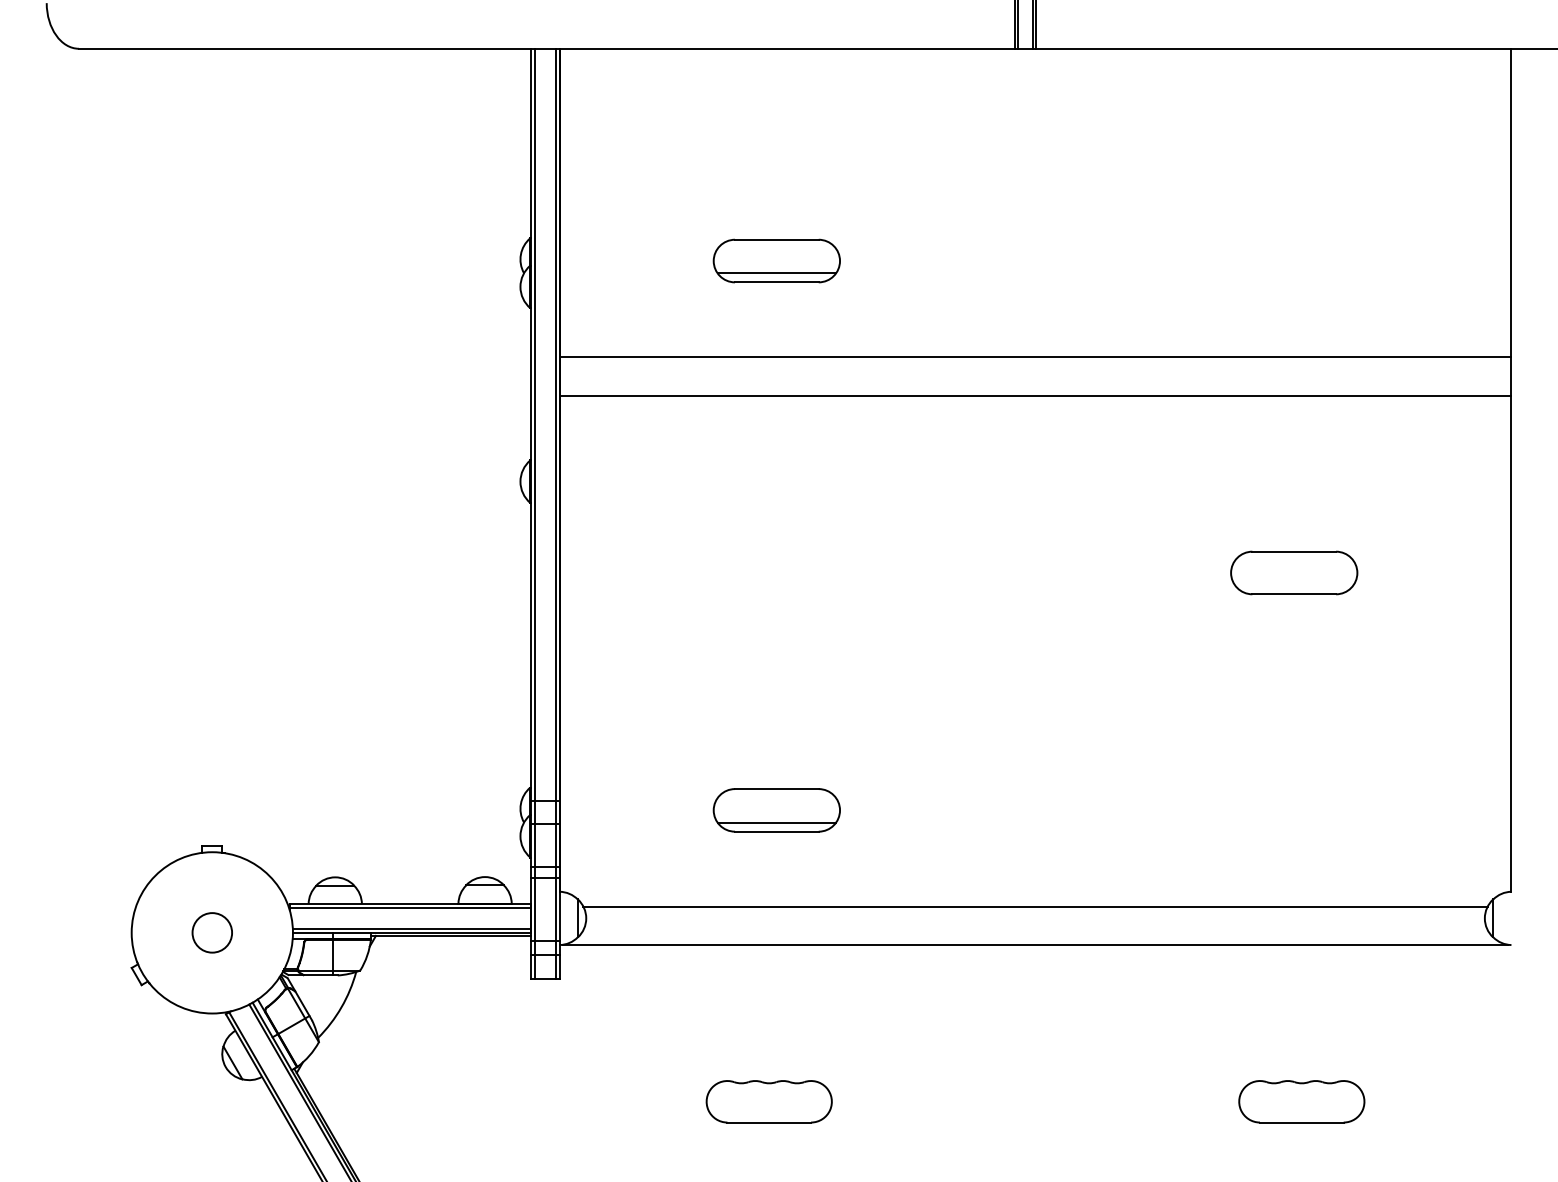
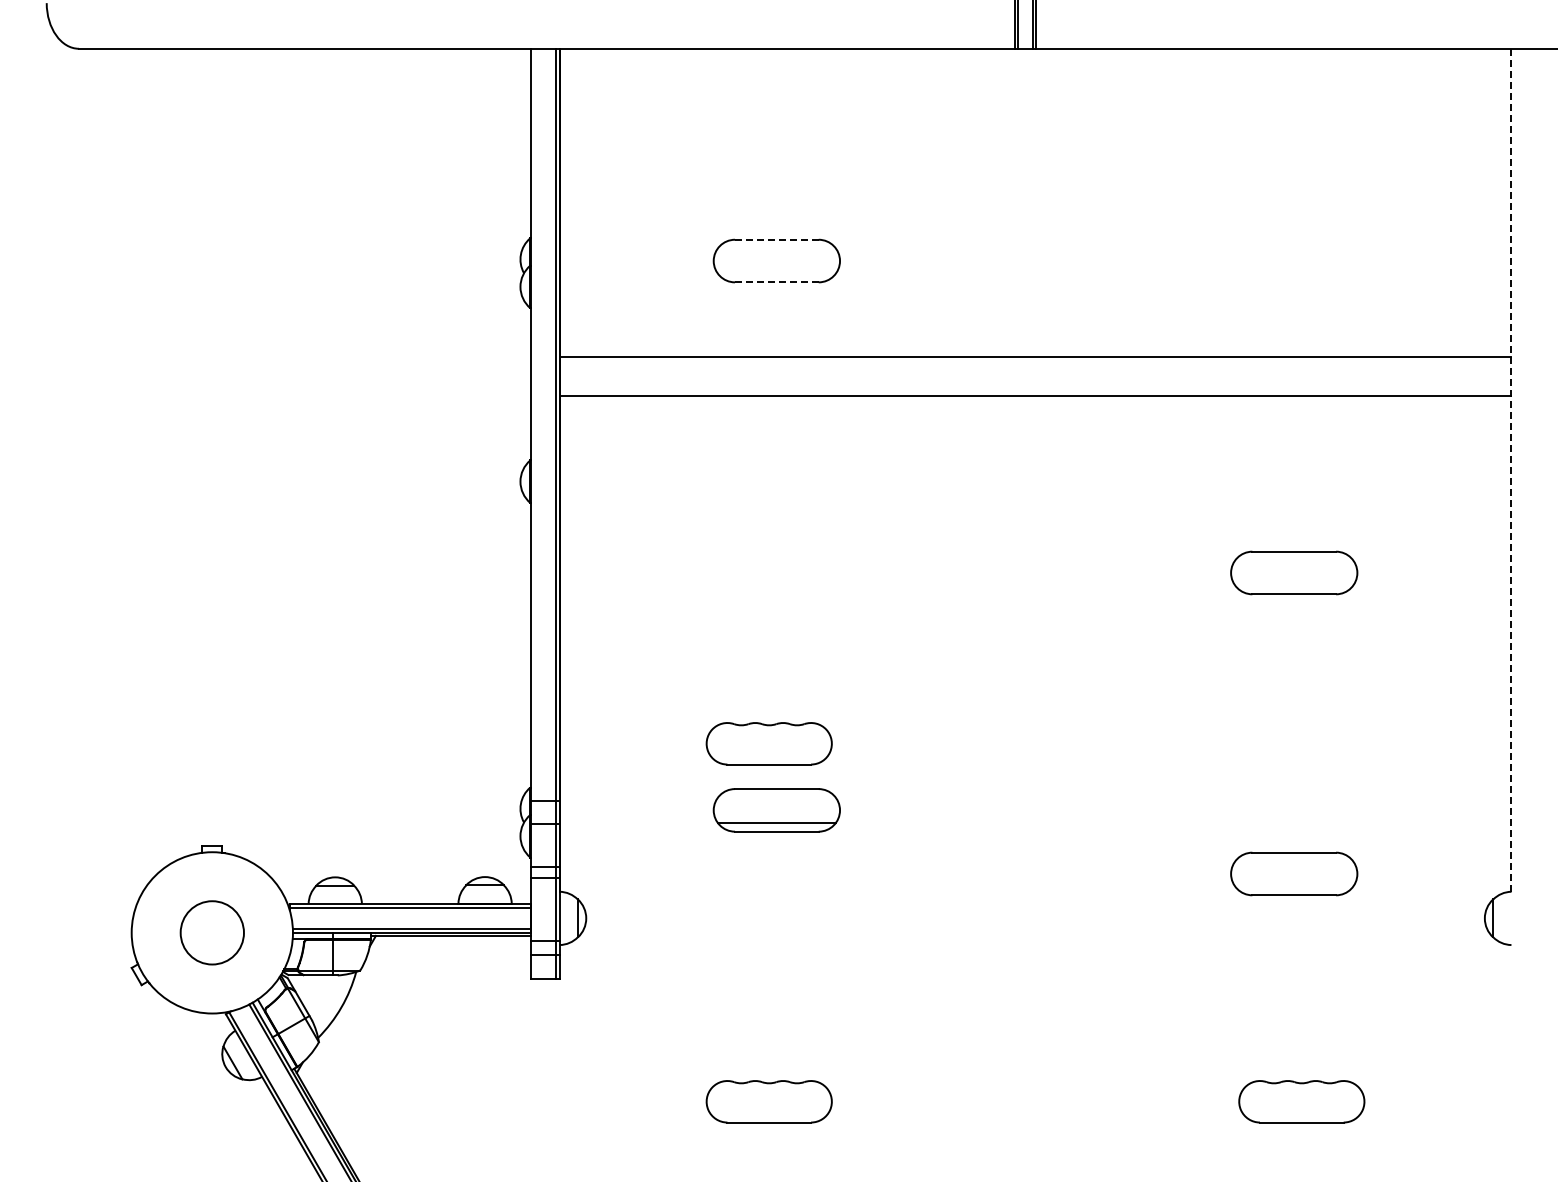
line at (776, 239): solid -> dashed
line at (776, 273): present -> none
line at (776, 282): solid -> dashed
line at (1511, 470): solid -> dashed
line at (534, 513): present -> none
part at (768, 743): none -> present
part at (1294, 873): none -> present
line at (1035, 906): present -> none
circle at (212, 932) diameter: 40 px -> 63 px
line at (1035, 944): present -> none
